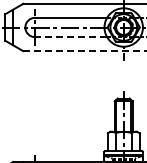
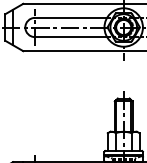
line at (70, 37): dashed -> solid
line at (84, 51): dashed -> solid
